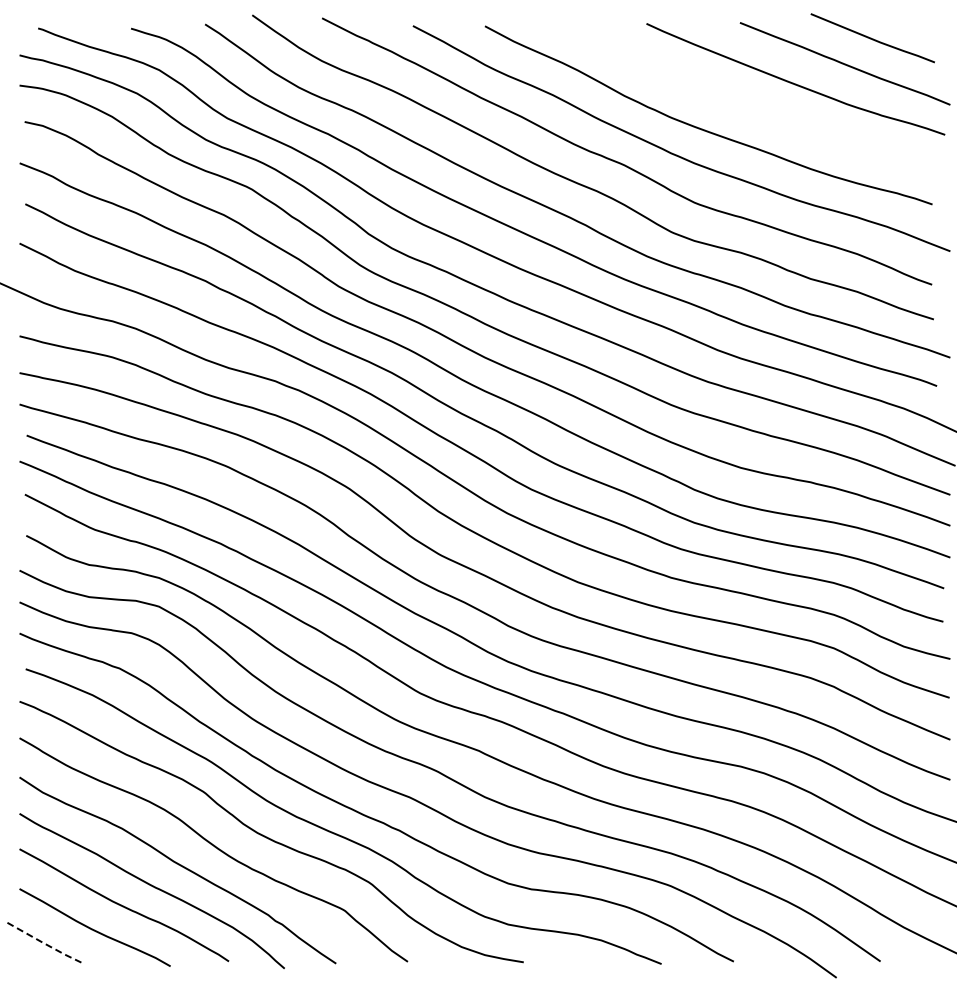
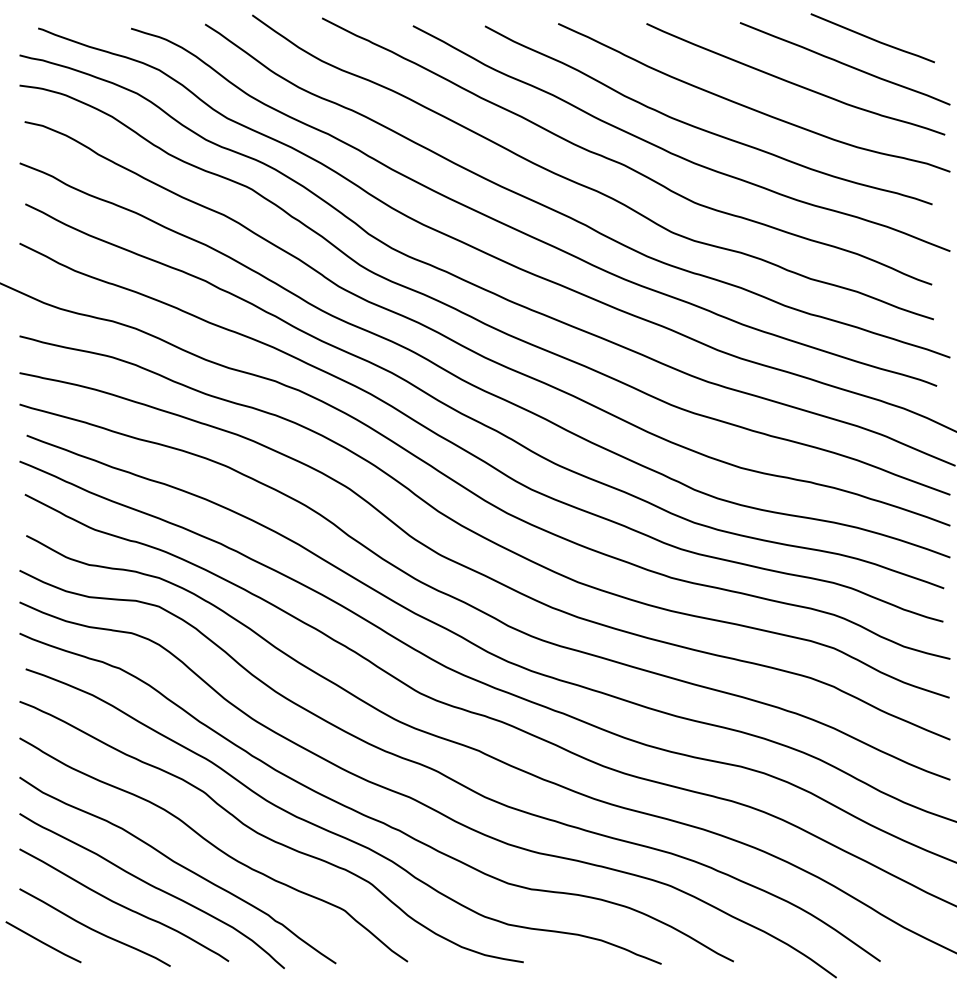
curve at (751, 107): none -> present
line at (43, 943): dashed -> solid
